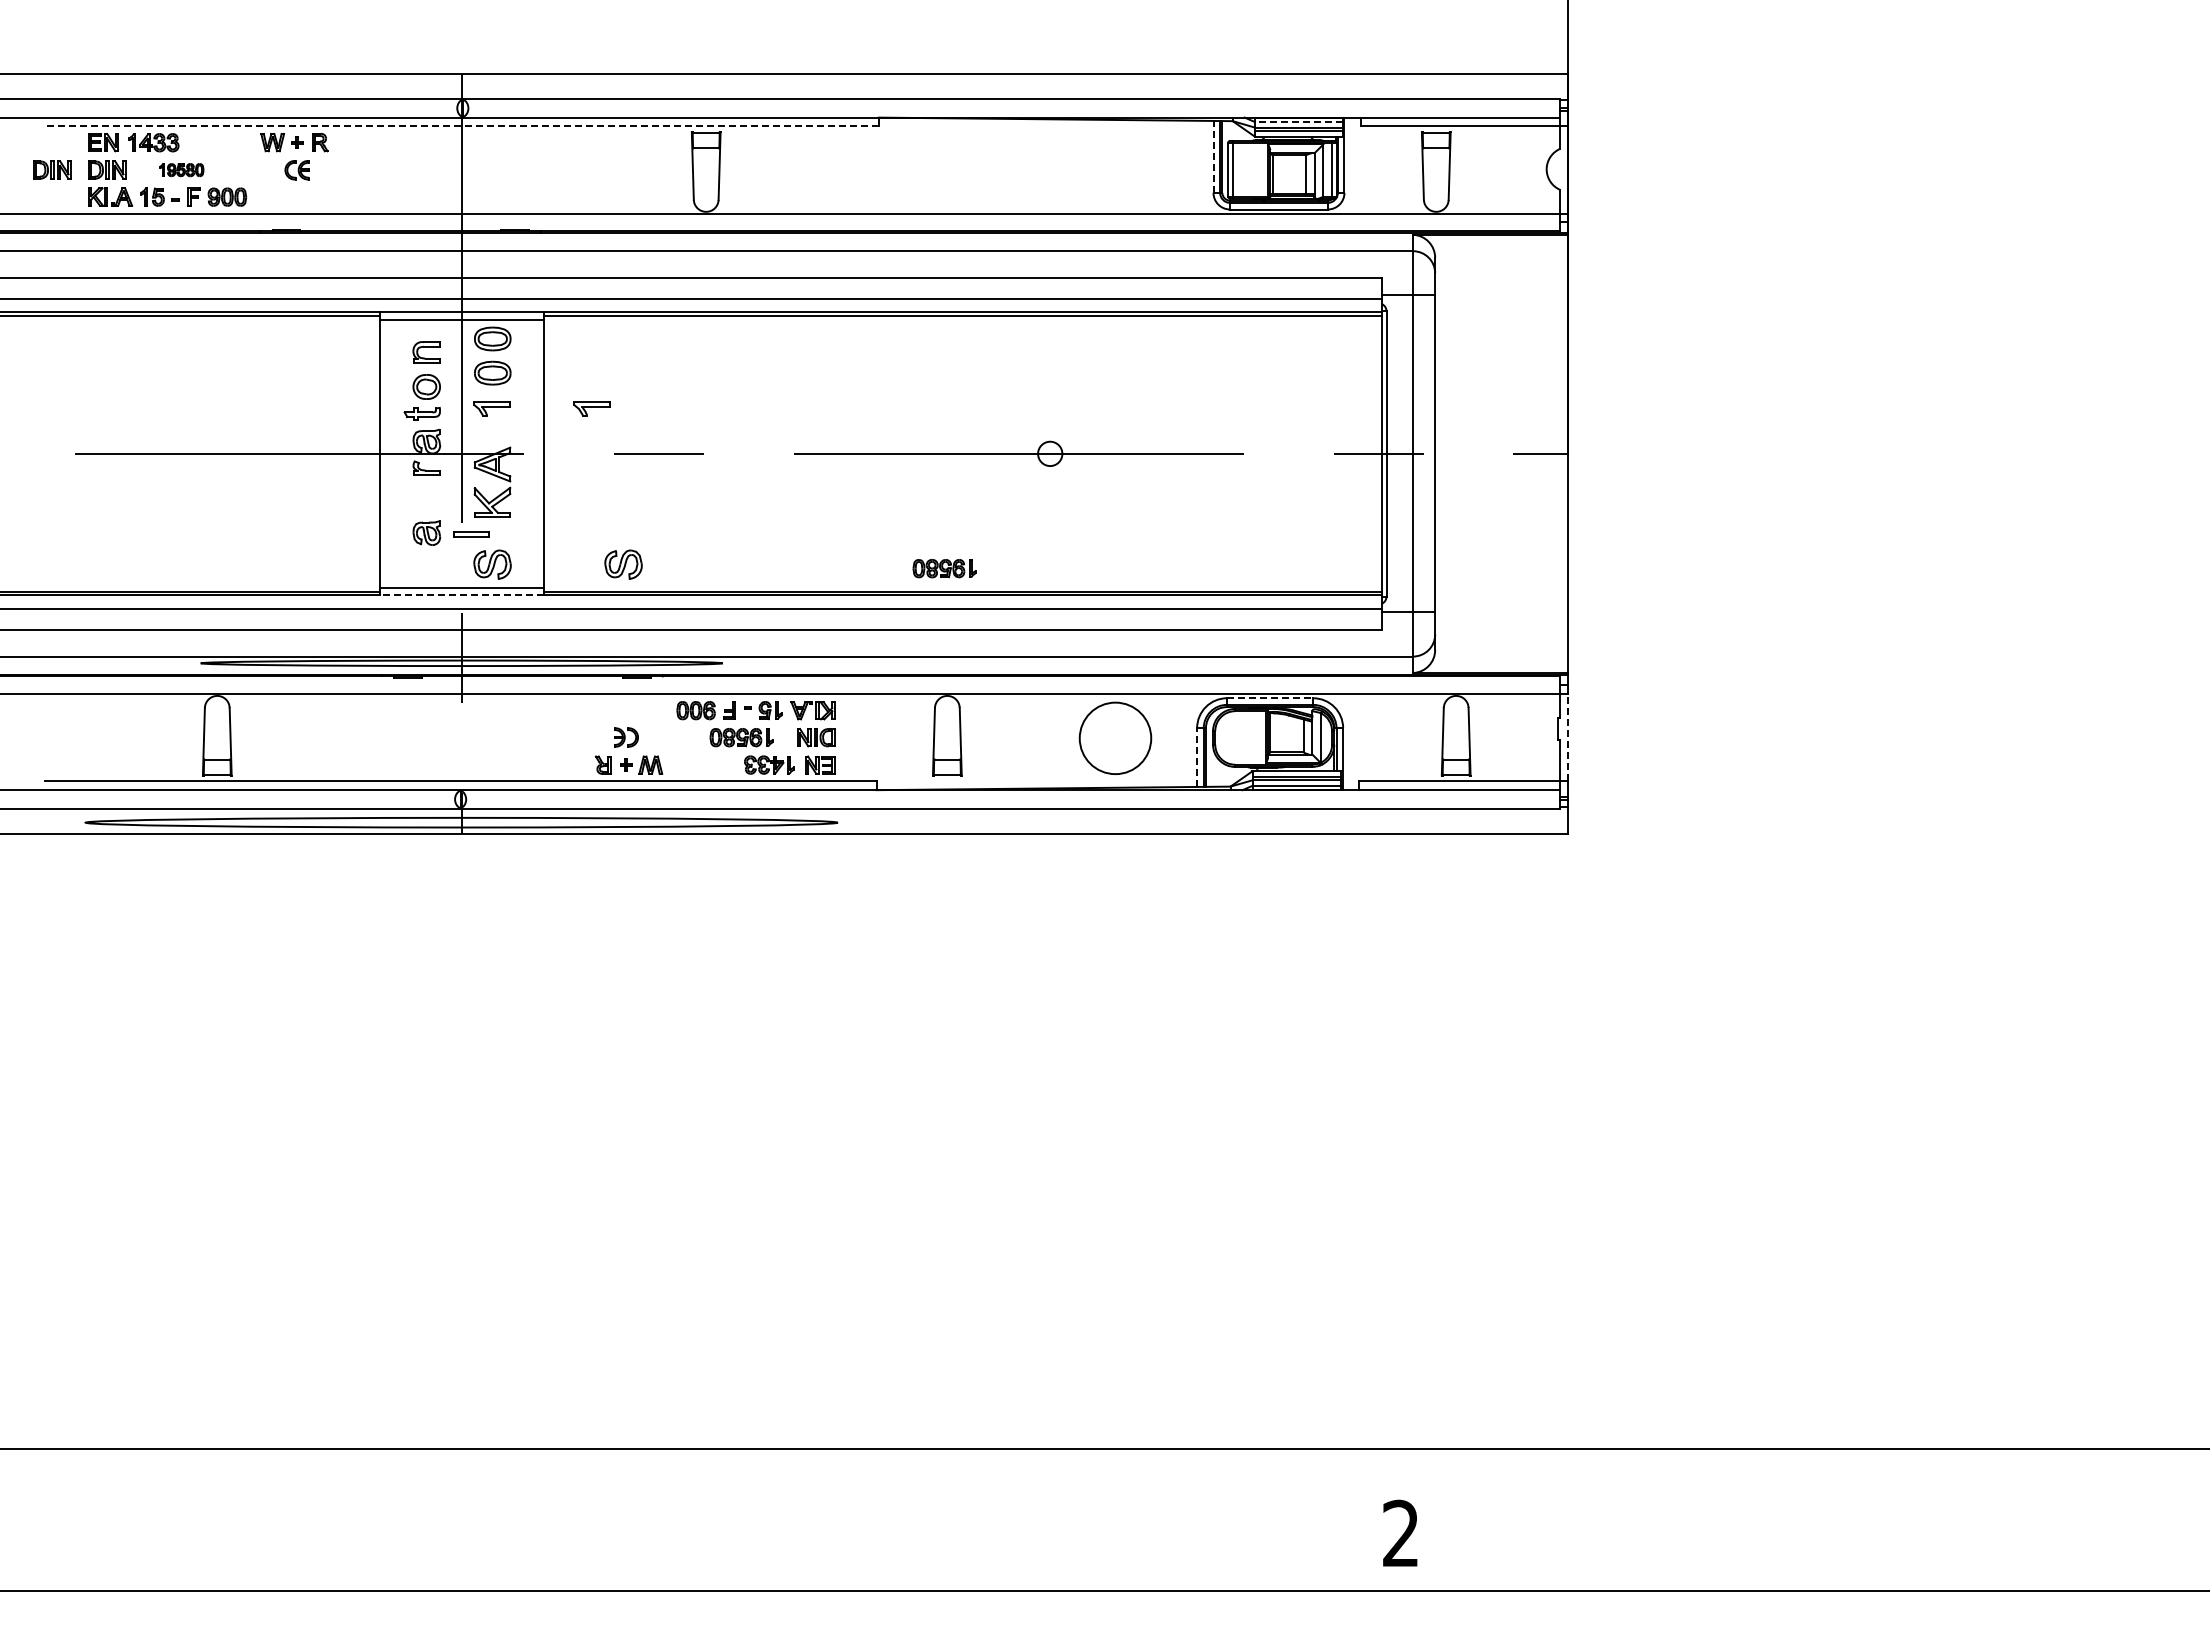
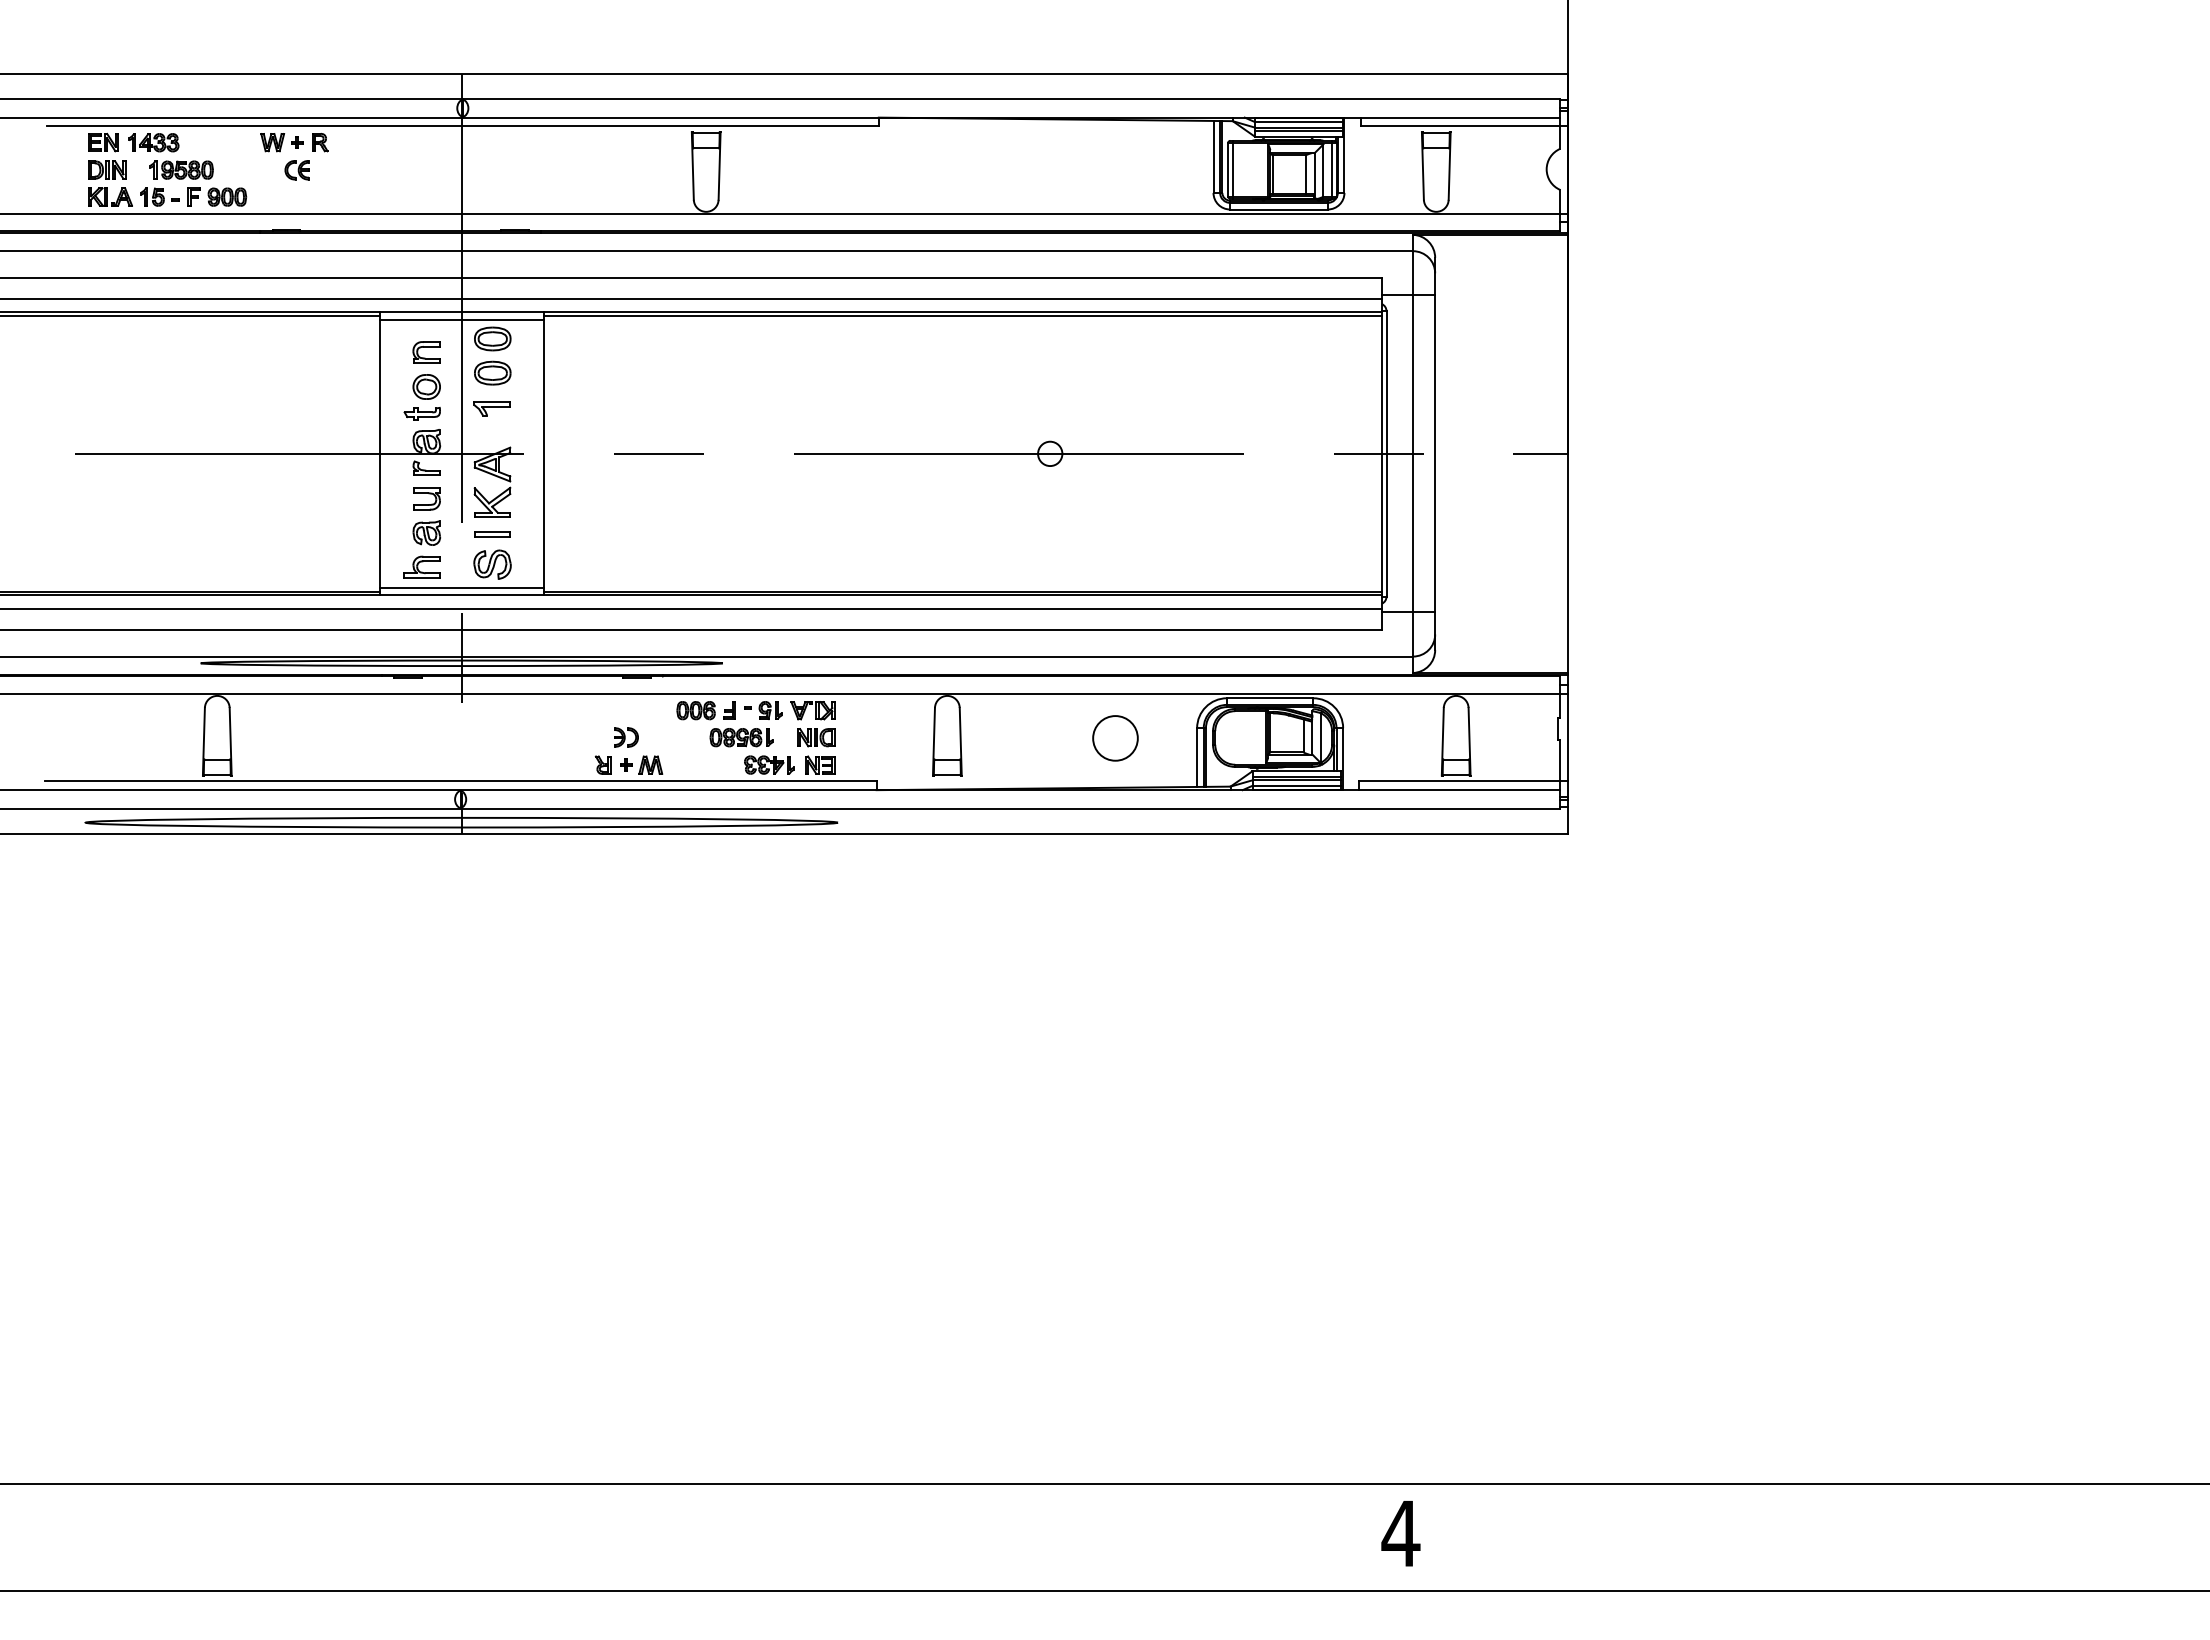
line at (1298, 122): dashed -> solid
line at (462, 126): dashed -> solid
line at (1213, 156): dashed -> solid
part at (52, 169): present -> none
part at (181, 170) size: 46x15 px -> 65x20 px
part at (591, 408): present -> none
part at (426, 498): none -> present
part at (471, 534) position: (471, 534) -> (492, 534)
part at (623, 564): present -> none
part at (421, 566): none -> present
part at (944, 568): present -> none
line at (461, 595): dashed -> solid
line at (1270, 698): dashed -> solid
line at (1567, 737): dashed -> solid
circle at (1115, 738) diameter: 72 px -> 45 px
line at (1197, 757): dashed -> solid
line at (1104, 1449) position: (1104, 1449) -> (1104, 1484)
text at (1400, 1532): 2 -> 4
